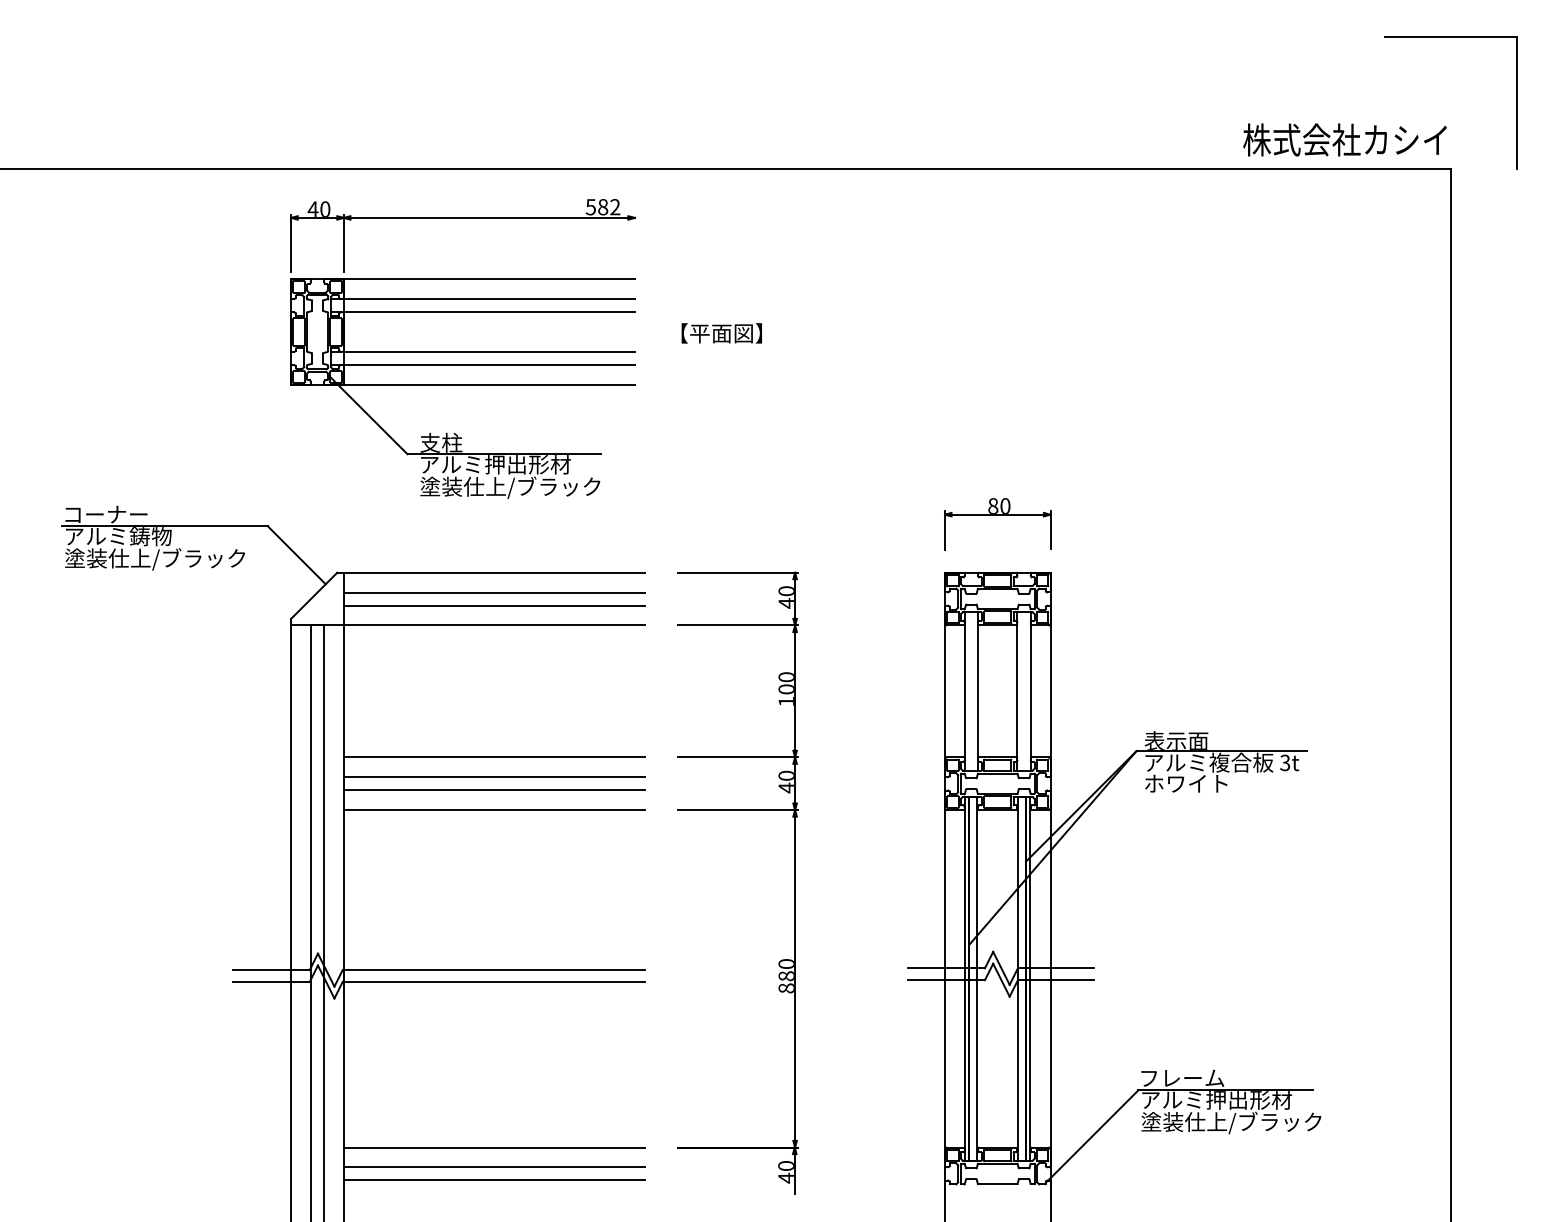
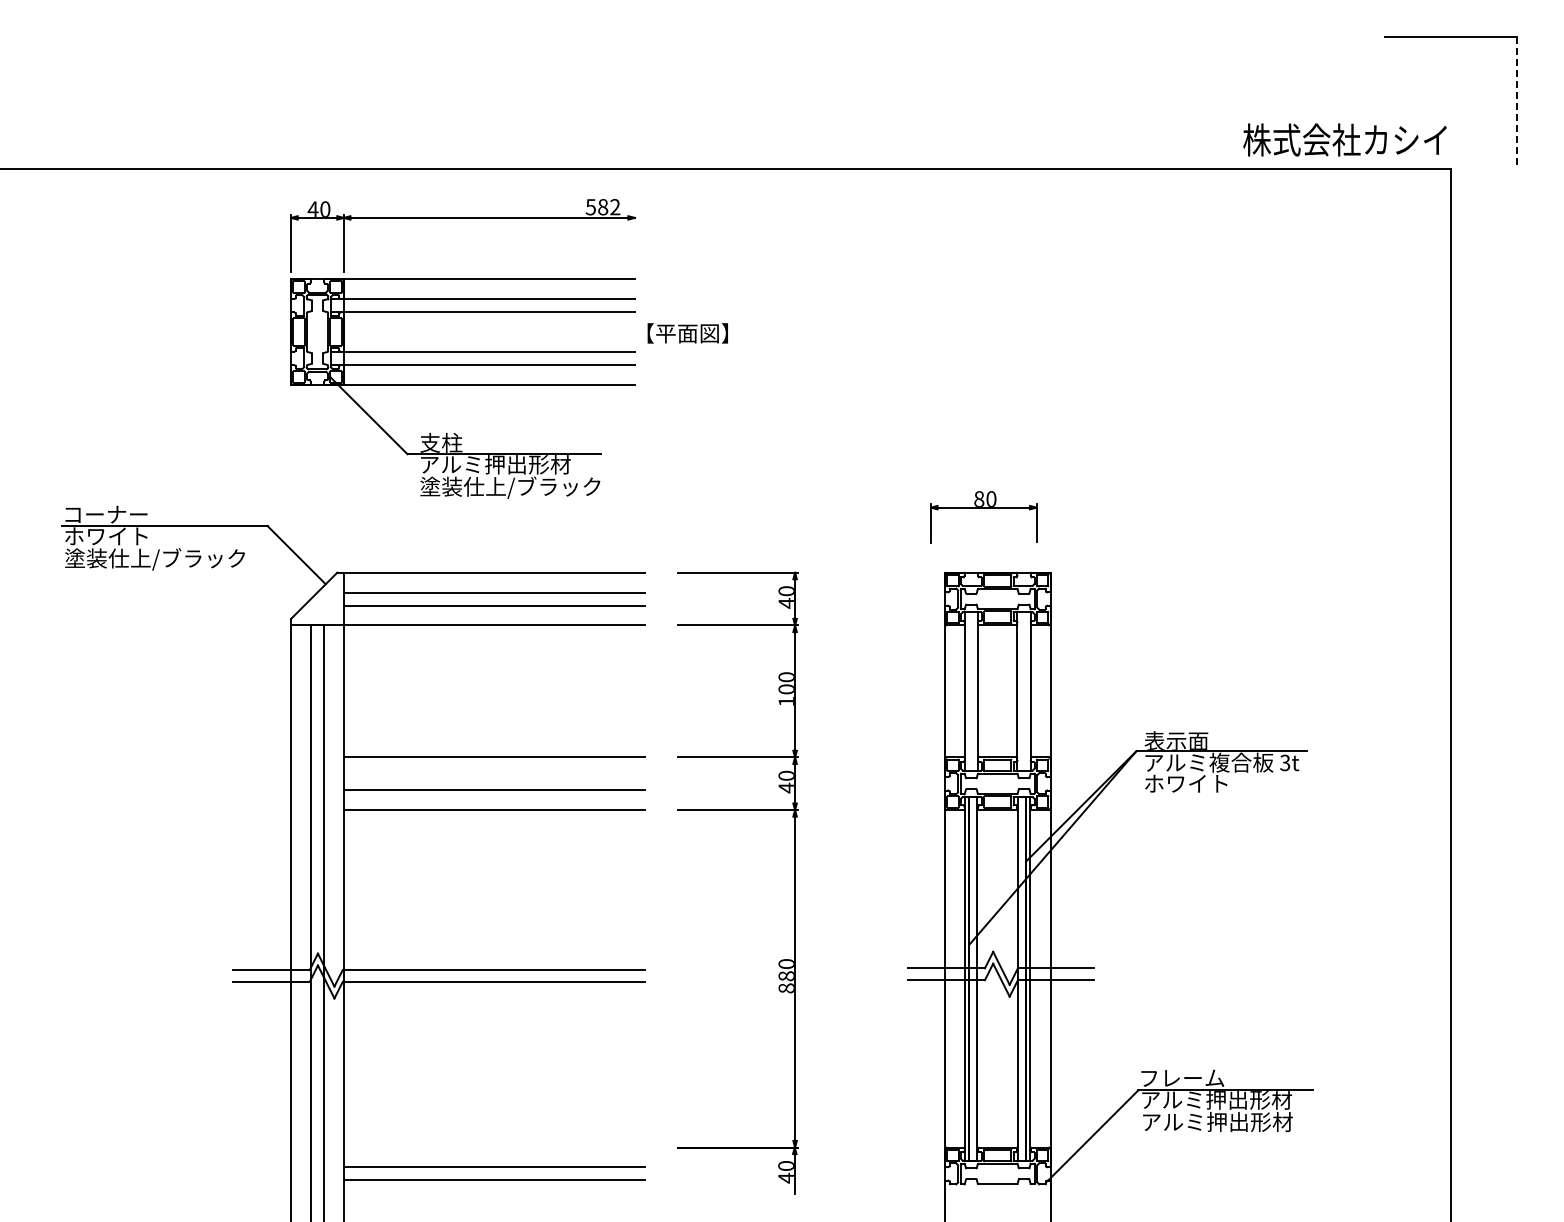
line at (1517, 102): solid -> dashed
text at (721, 333) position: (721, 333) -> (687, 333)
part at (997, 515) position: (997, 515) -> (983, 508)
text at (118, 536): アルミ鋳物 -> ホワイト
line at (494, 777): present -> none
text at (1231, 1122): 塗装仕上/ブラック -> アルミ押出形材
line at (494, 1147): present -> none
